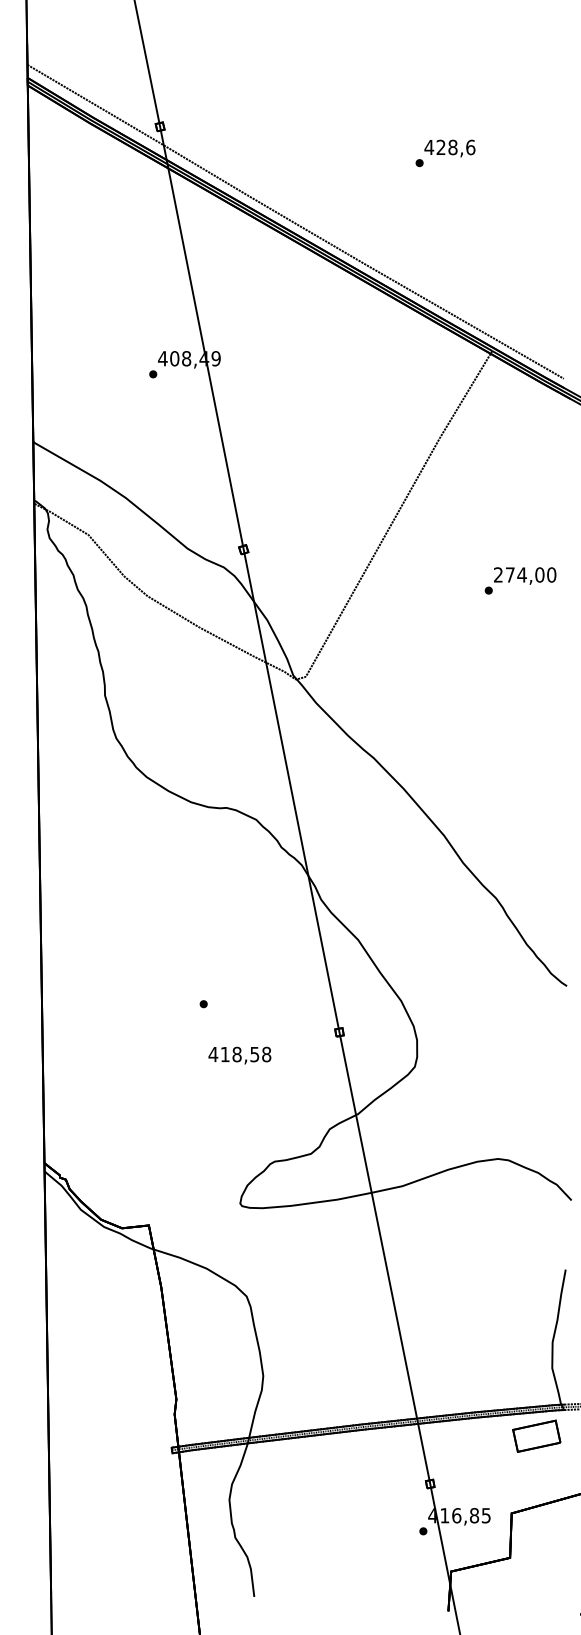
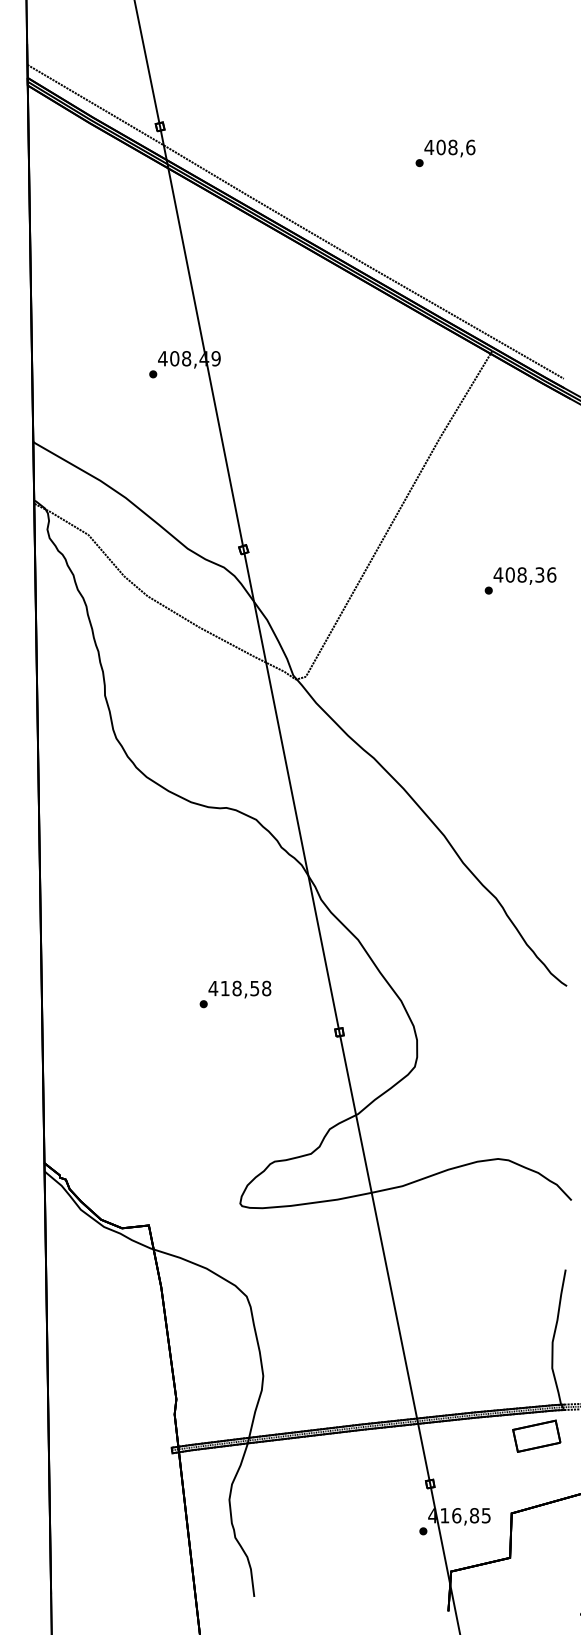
text at (440, 147): 428,6 -> 408,6
text at (524, 574): 274,00 -> 408,36
text at (239, 1055) position: (239, 1055) -> (239, 989)
